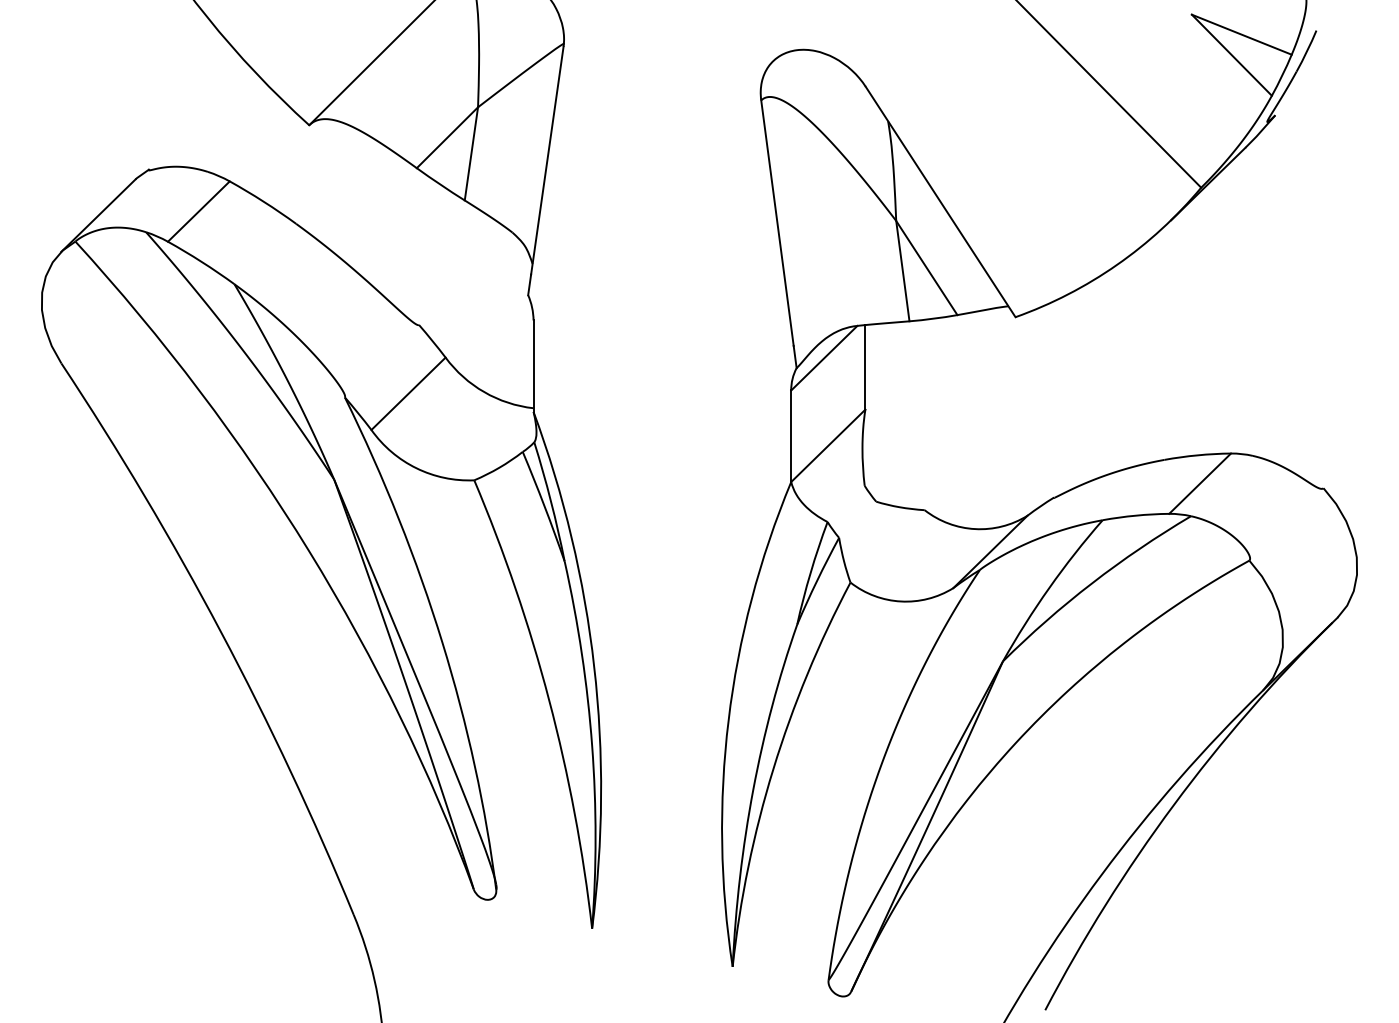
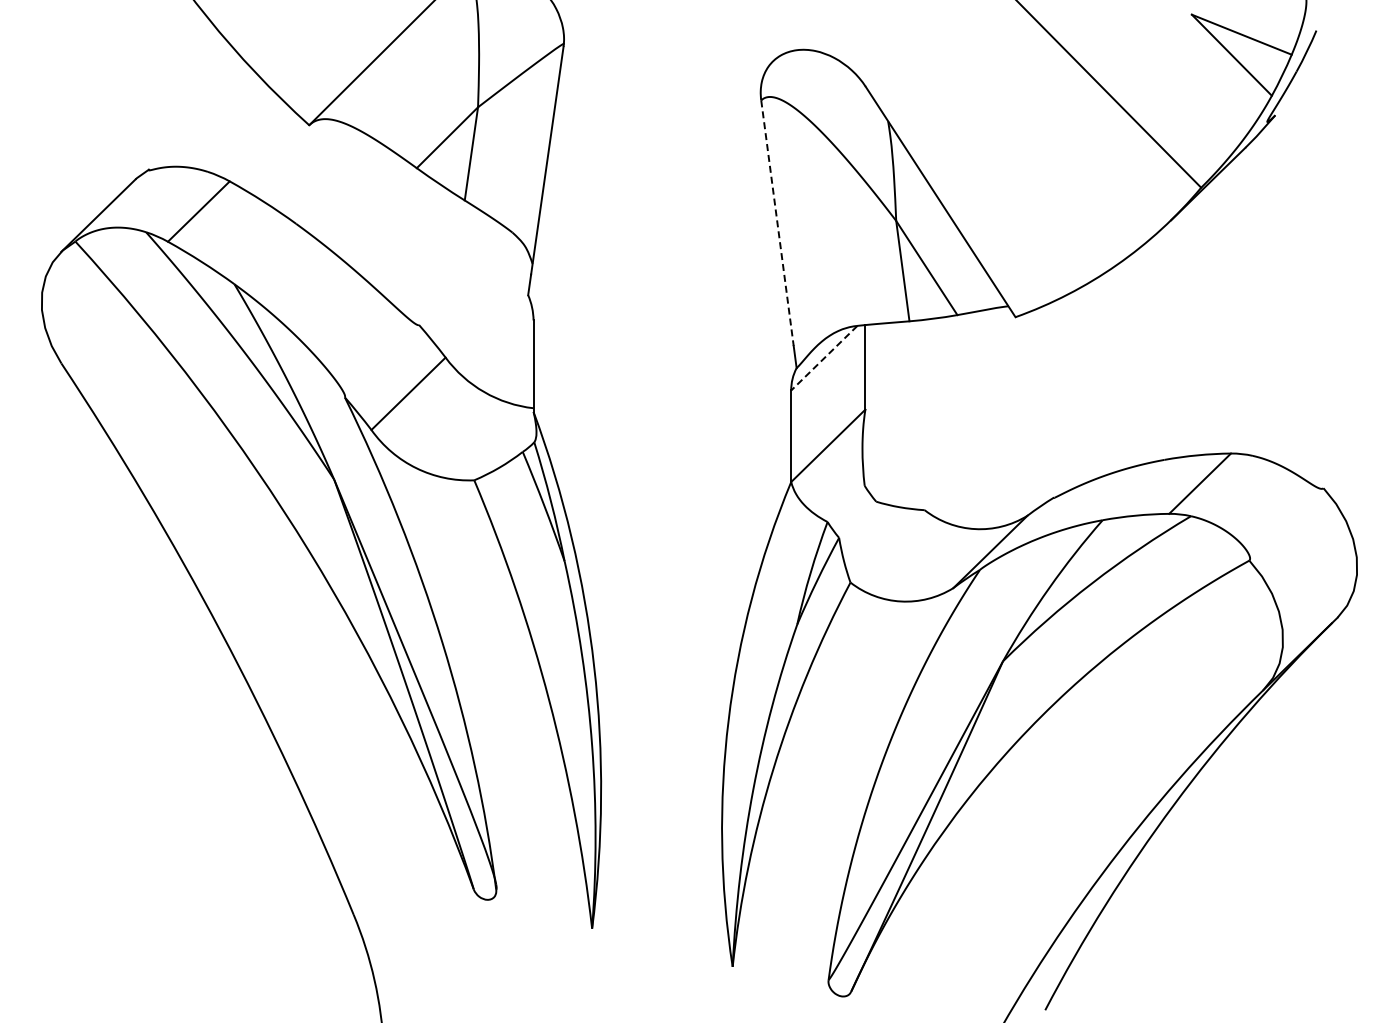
line at (777, 223): solid -> dashed
line at (823, 358): solid -> dashed
